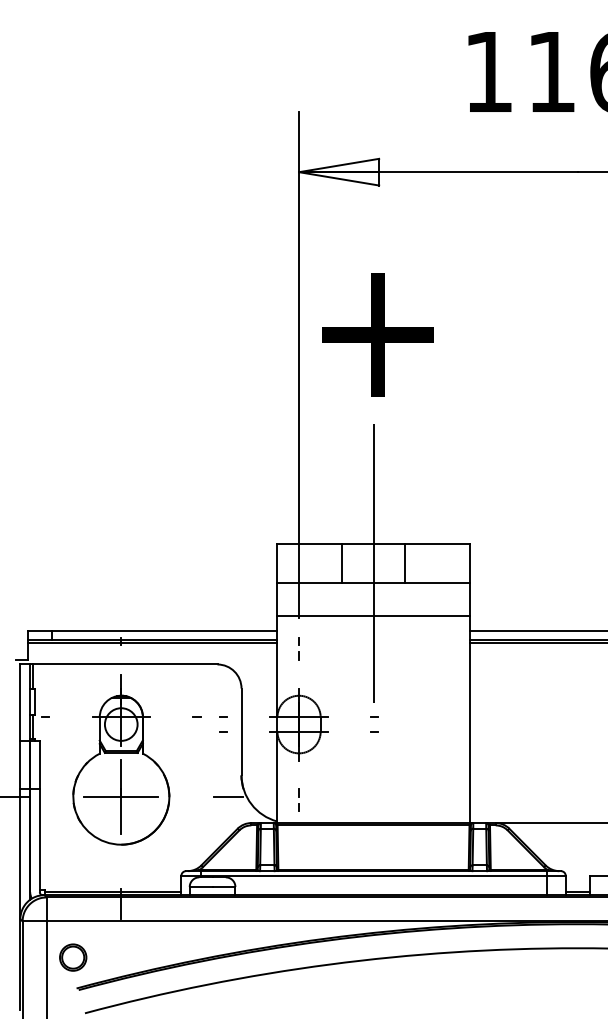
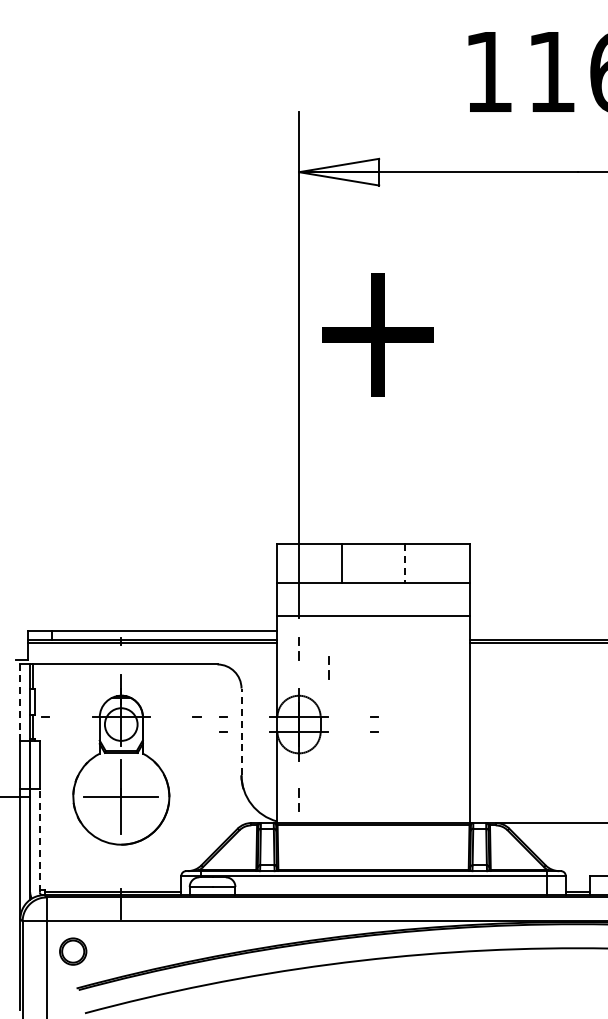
line at (373, 563): present -> none
line at (404, 564): solid -> dashed
line at (536, 630): present -> none
line at (328, 664): none -> present
line at (20, 702): solid -> dashed
line at (241, 731): solid -> dashed
line at (228, 796): present -> none
line at (39, 840): solid -> dashed
part at (73, 957) position: (73, 957) -> (73, 951)
